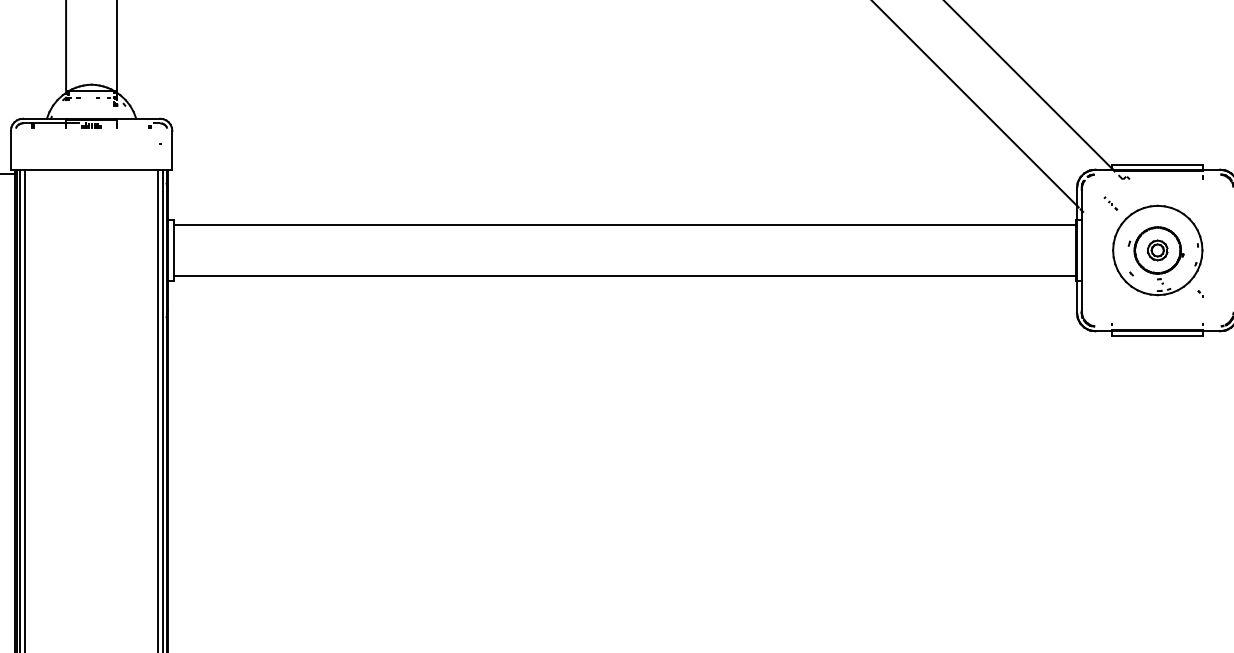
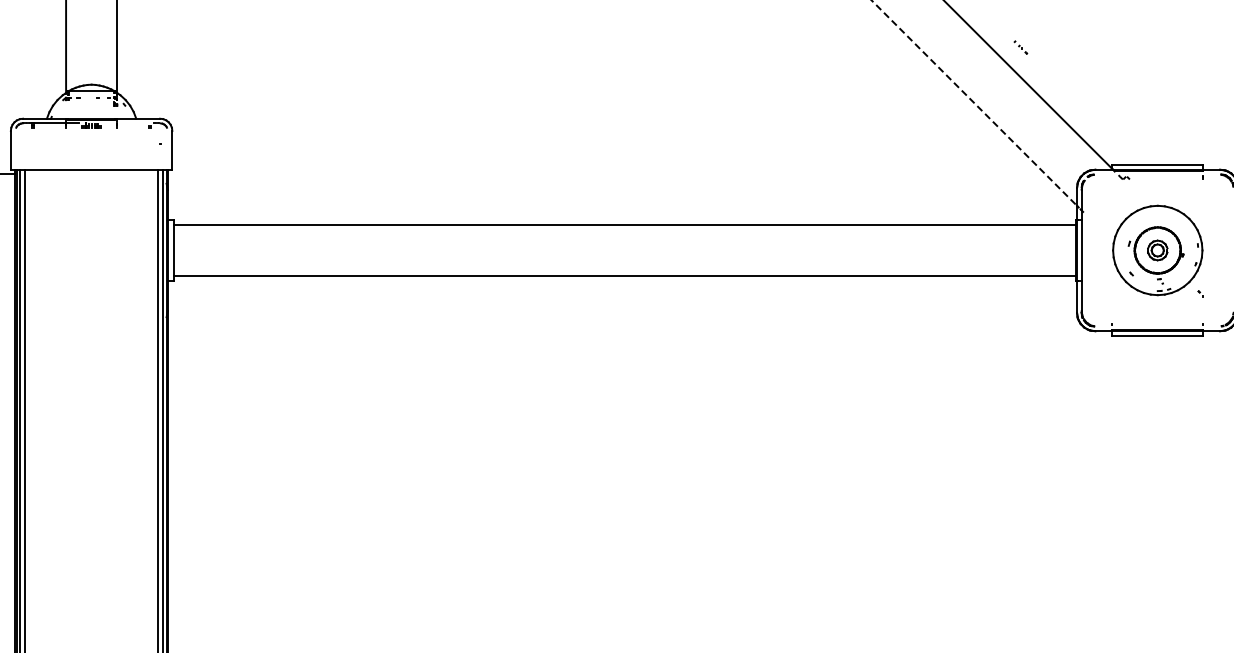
line at (974, 103): solid -> dashed
part at (1110, 203) position: (1110, 203) -> (1020, 47)
